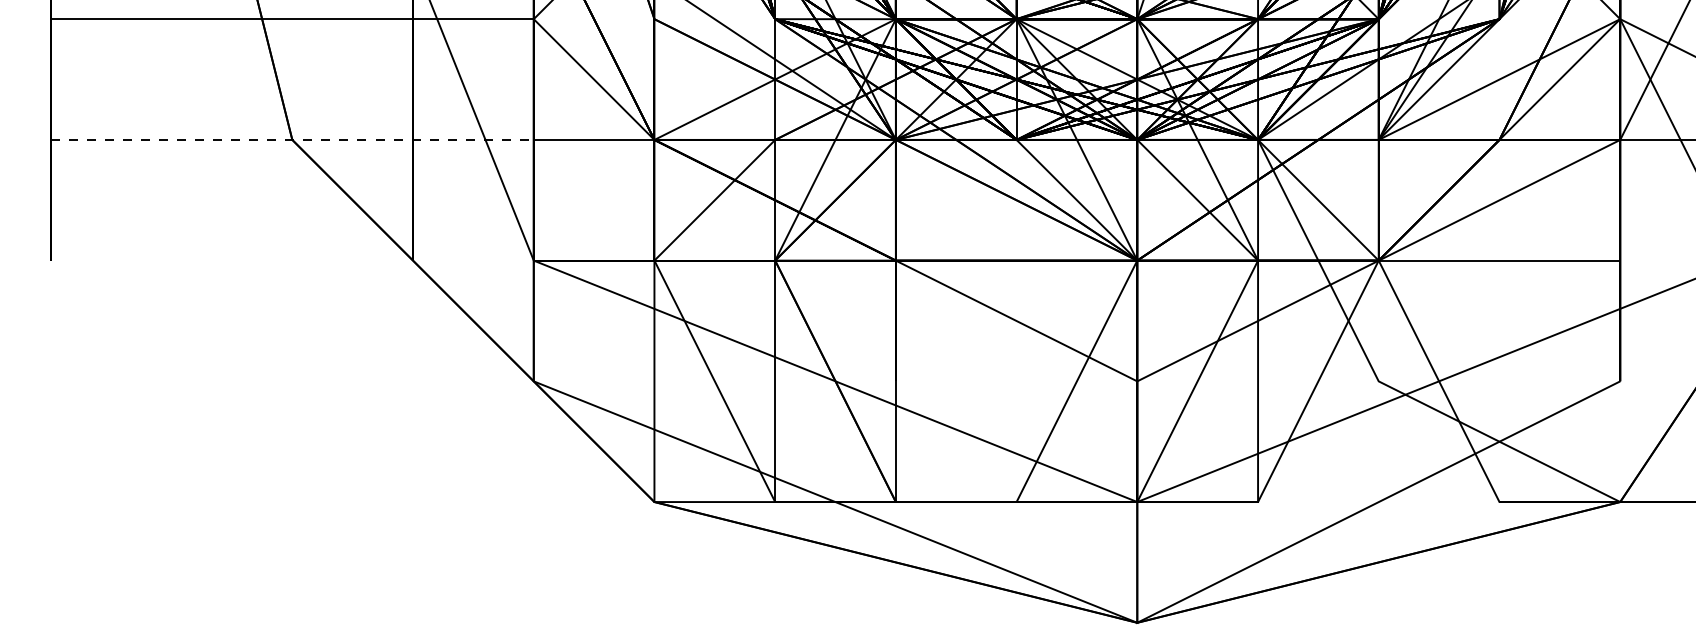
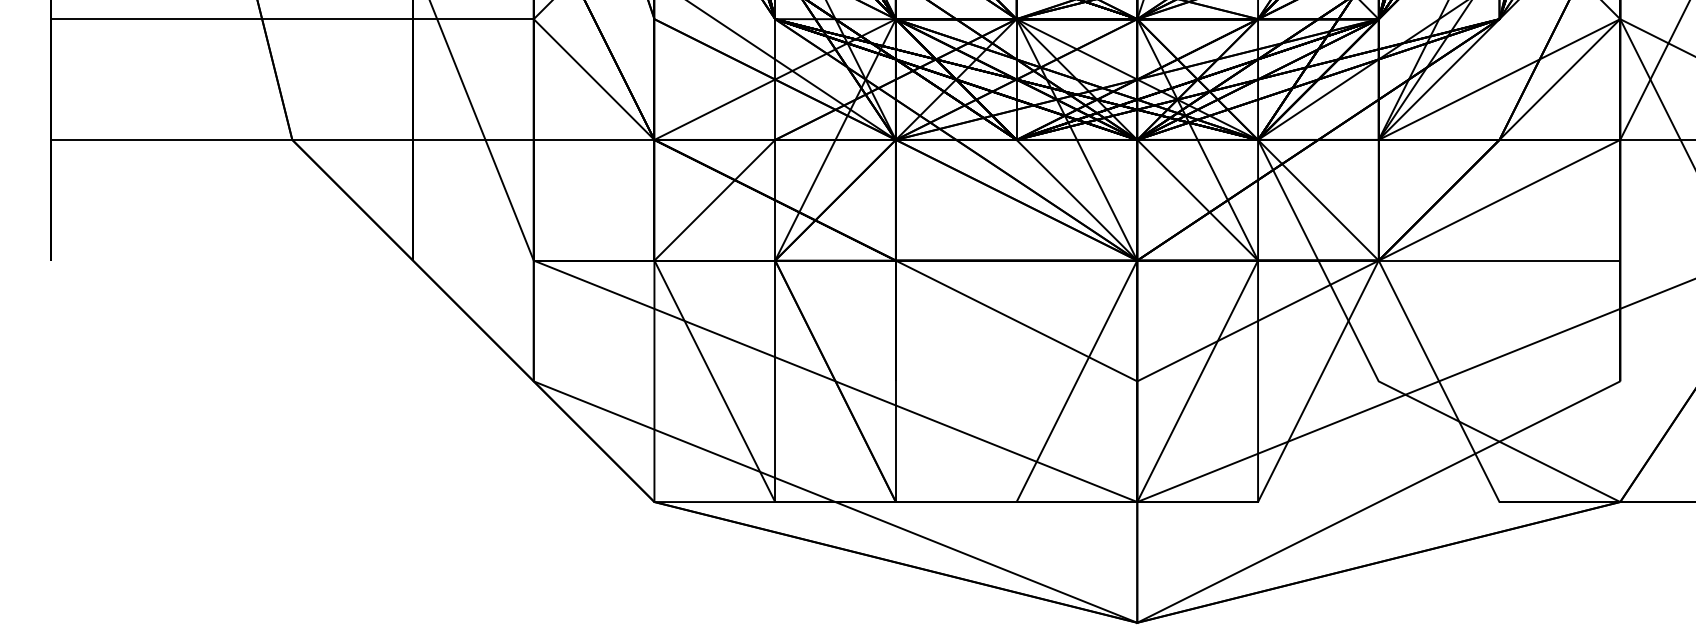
line at (293, 139): dashed -> solid
